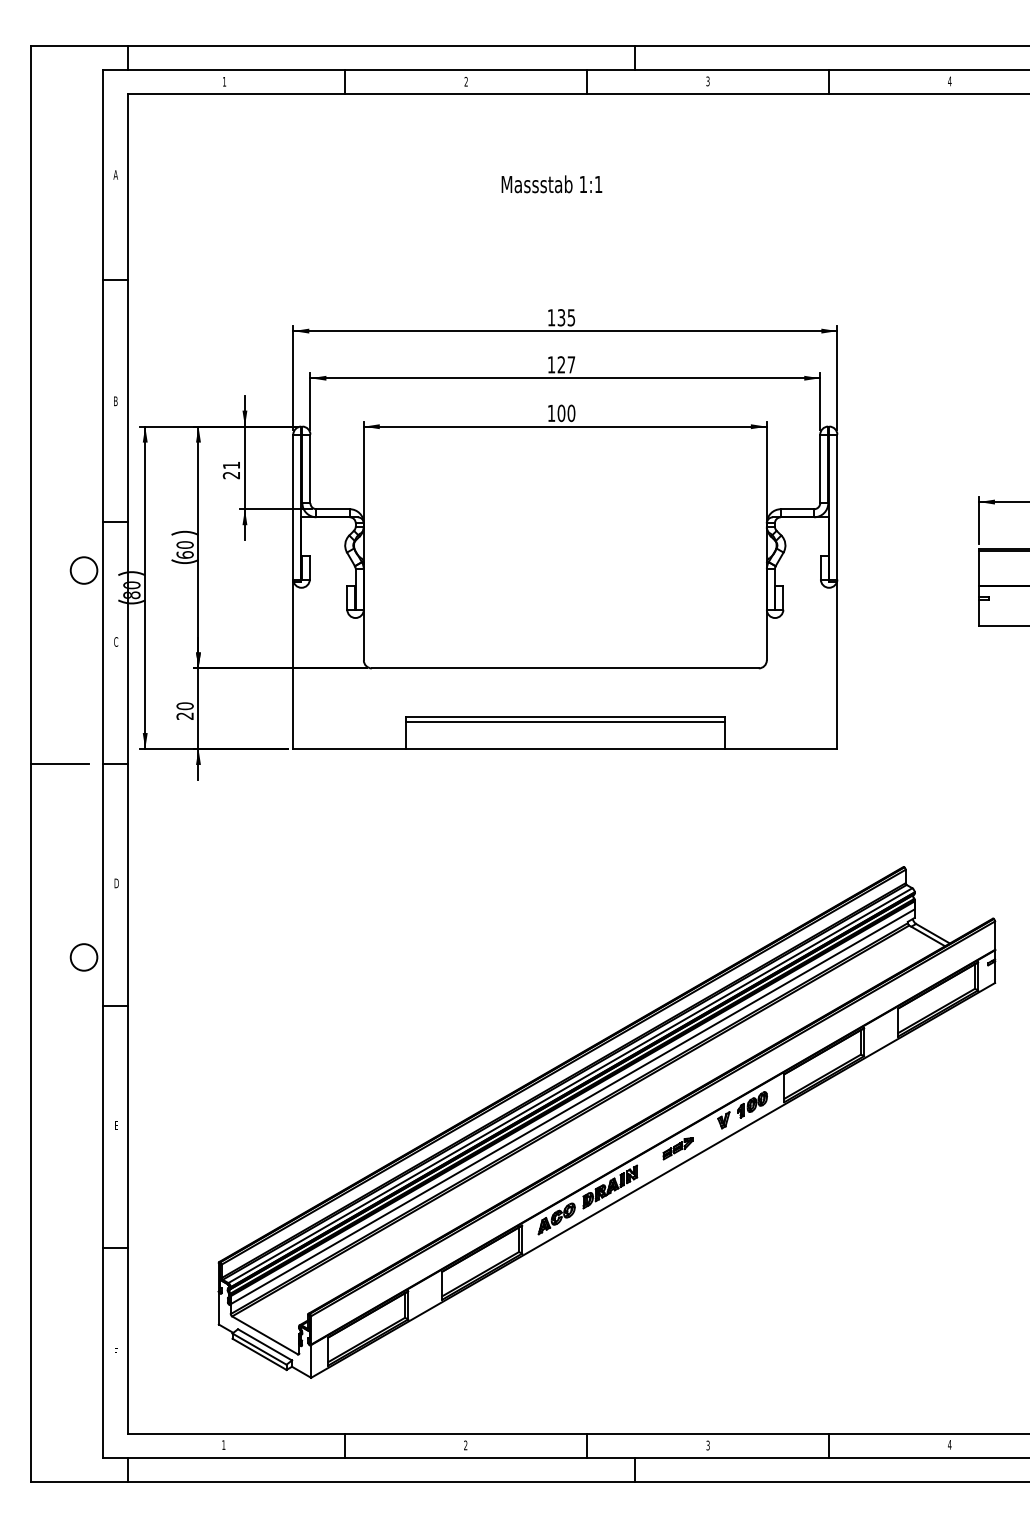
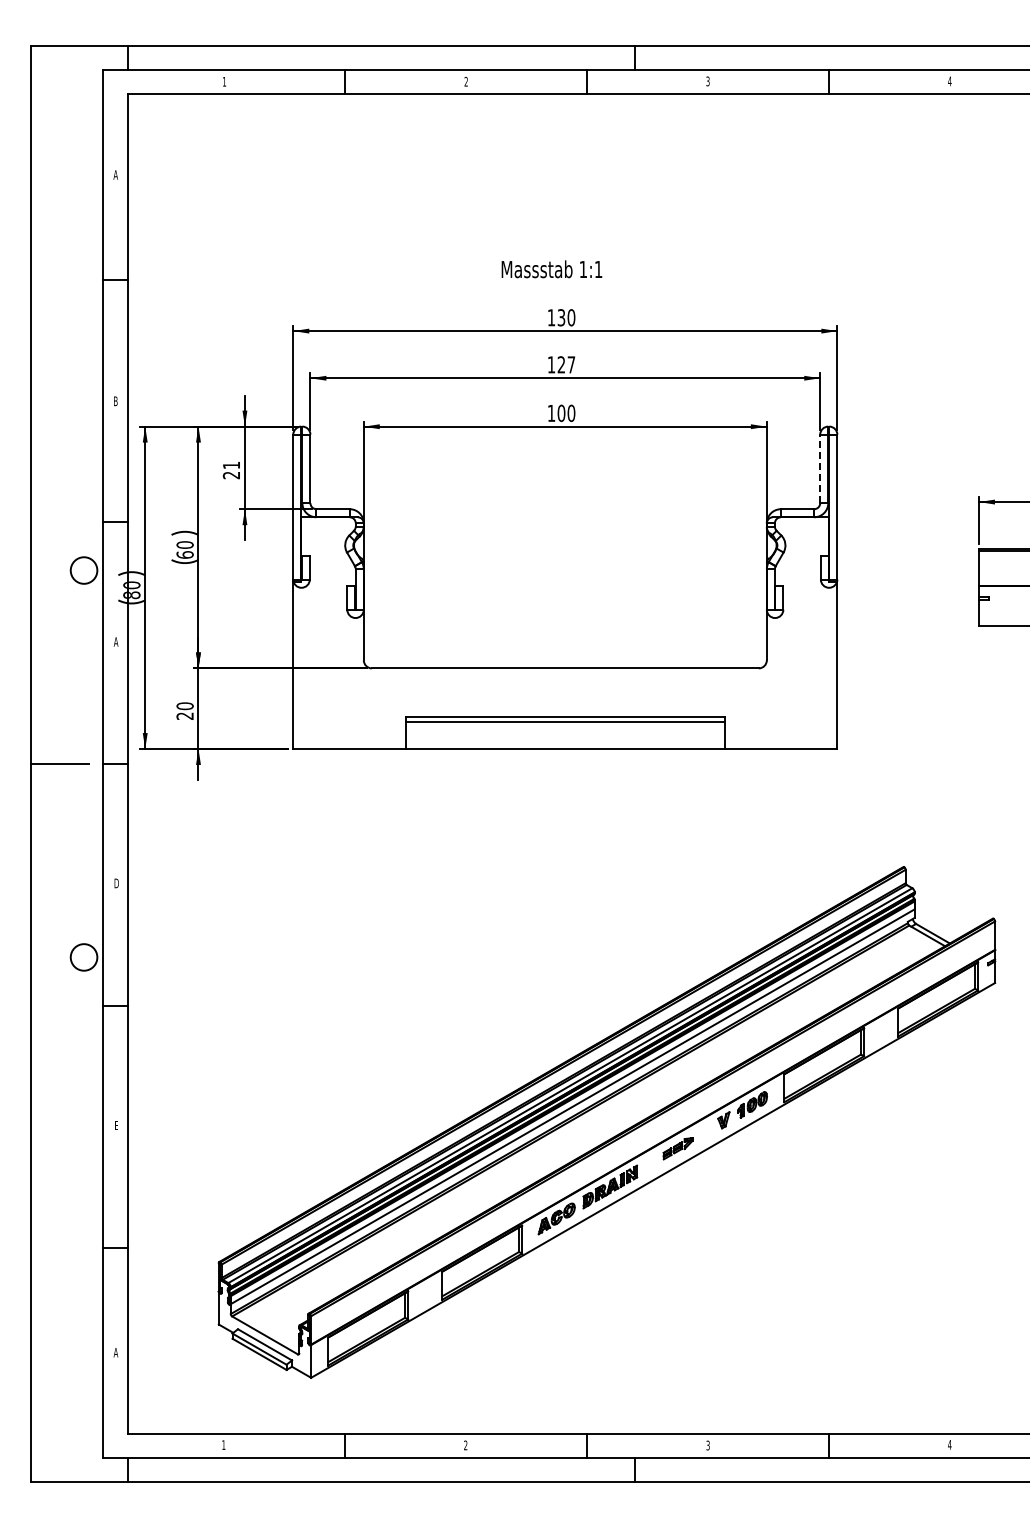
text at (551, 184) position: (551, 184) -> (551, 269)
text at (571, 317): 135 -> 130
line at (820, 468): solid -> dashed
text at (115, 641): C -> A
text at (115, 1352): F -> A
